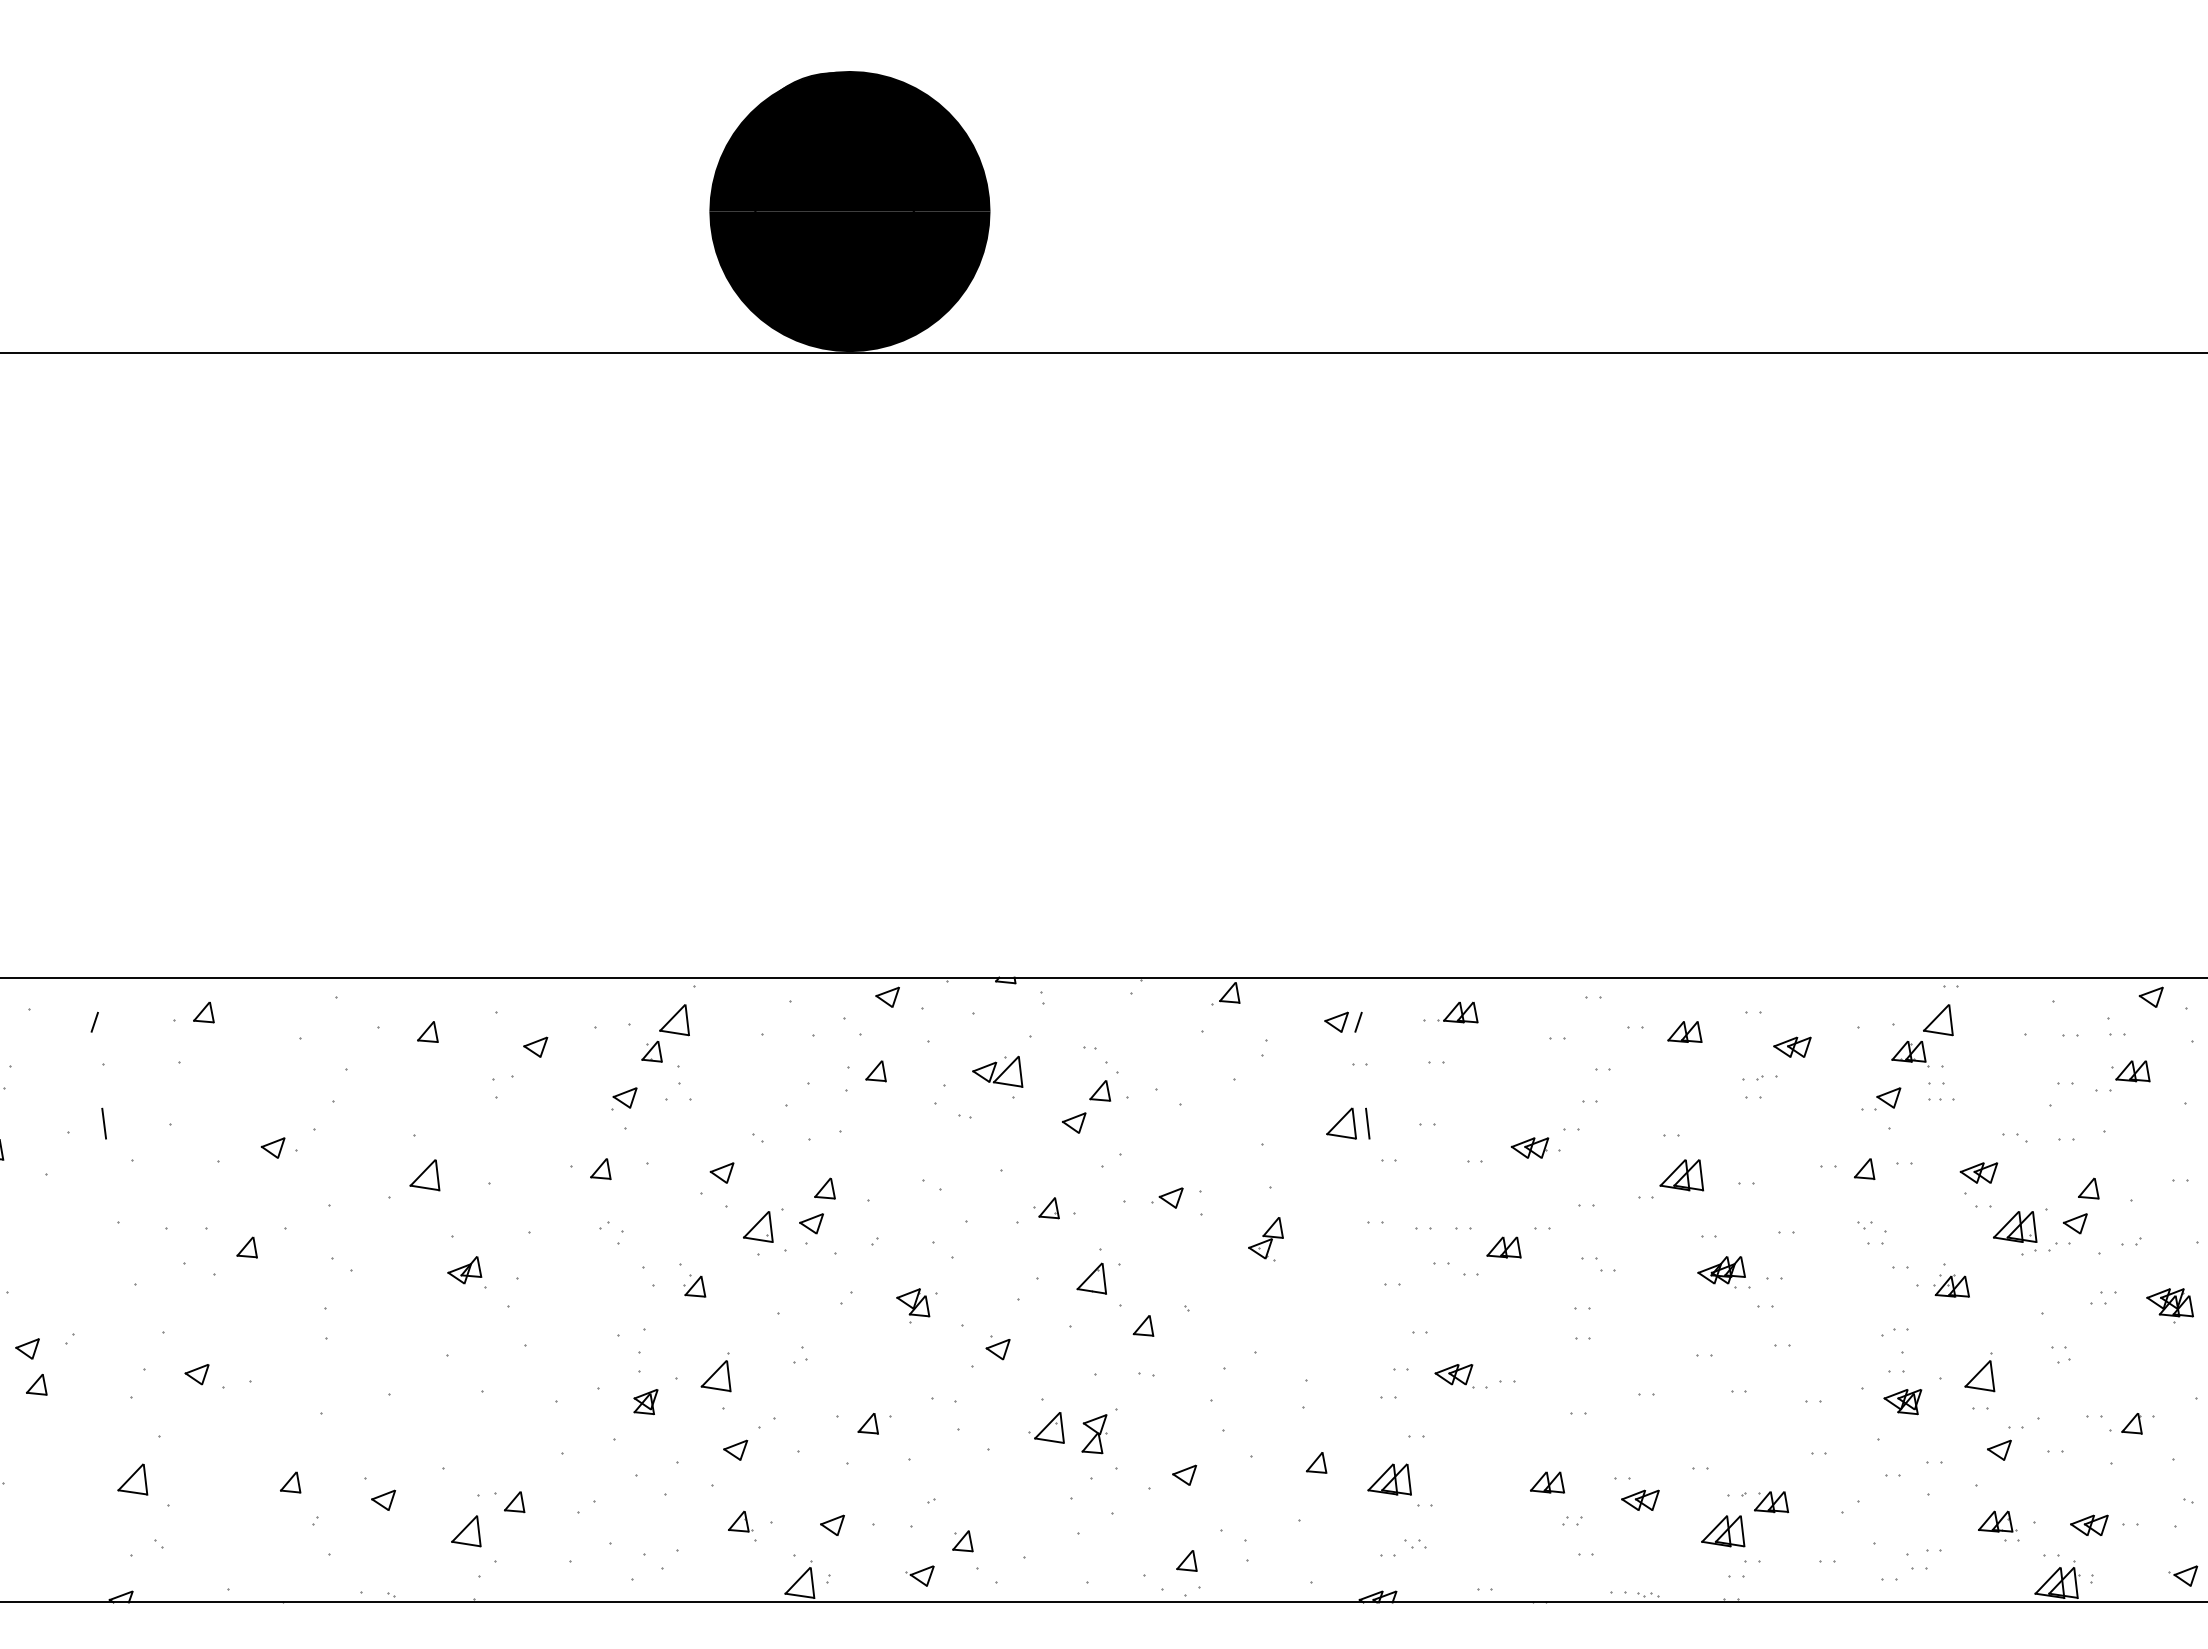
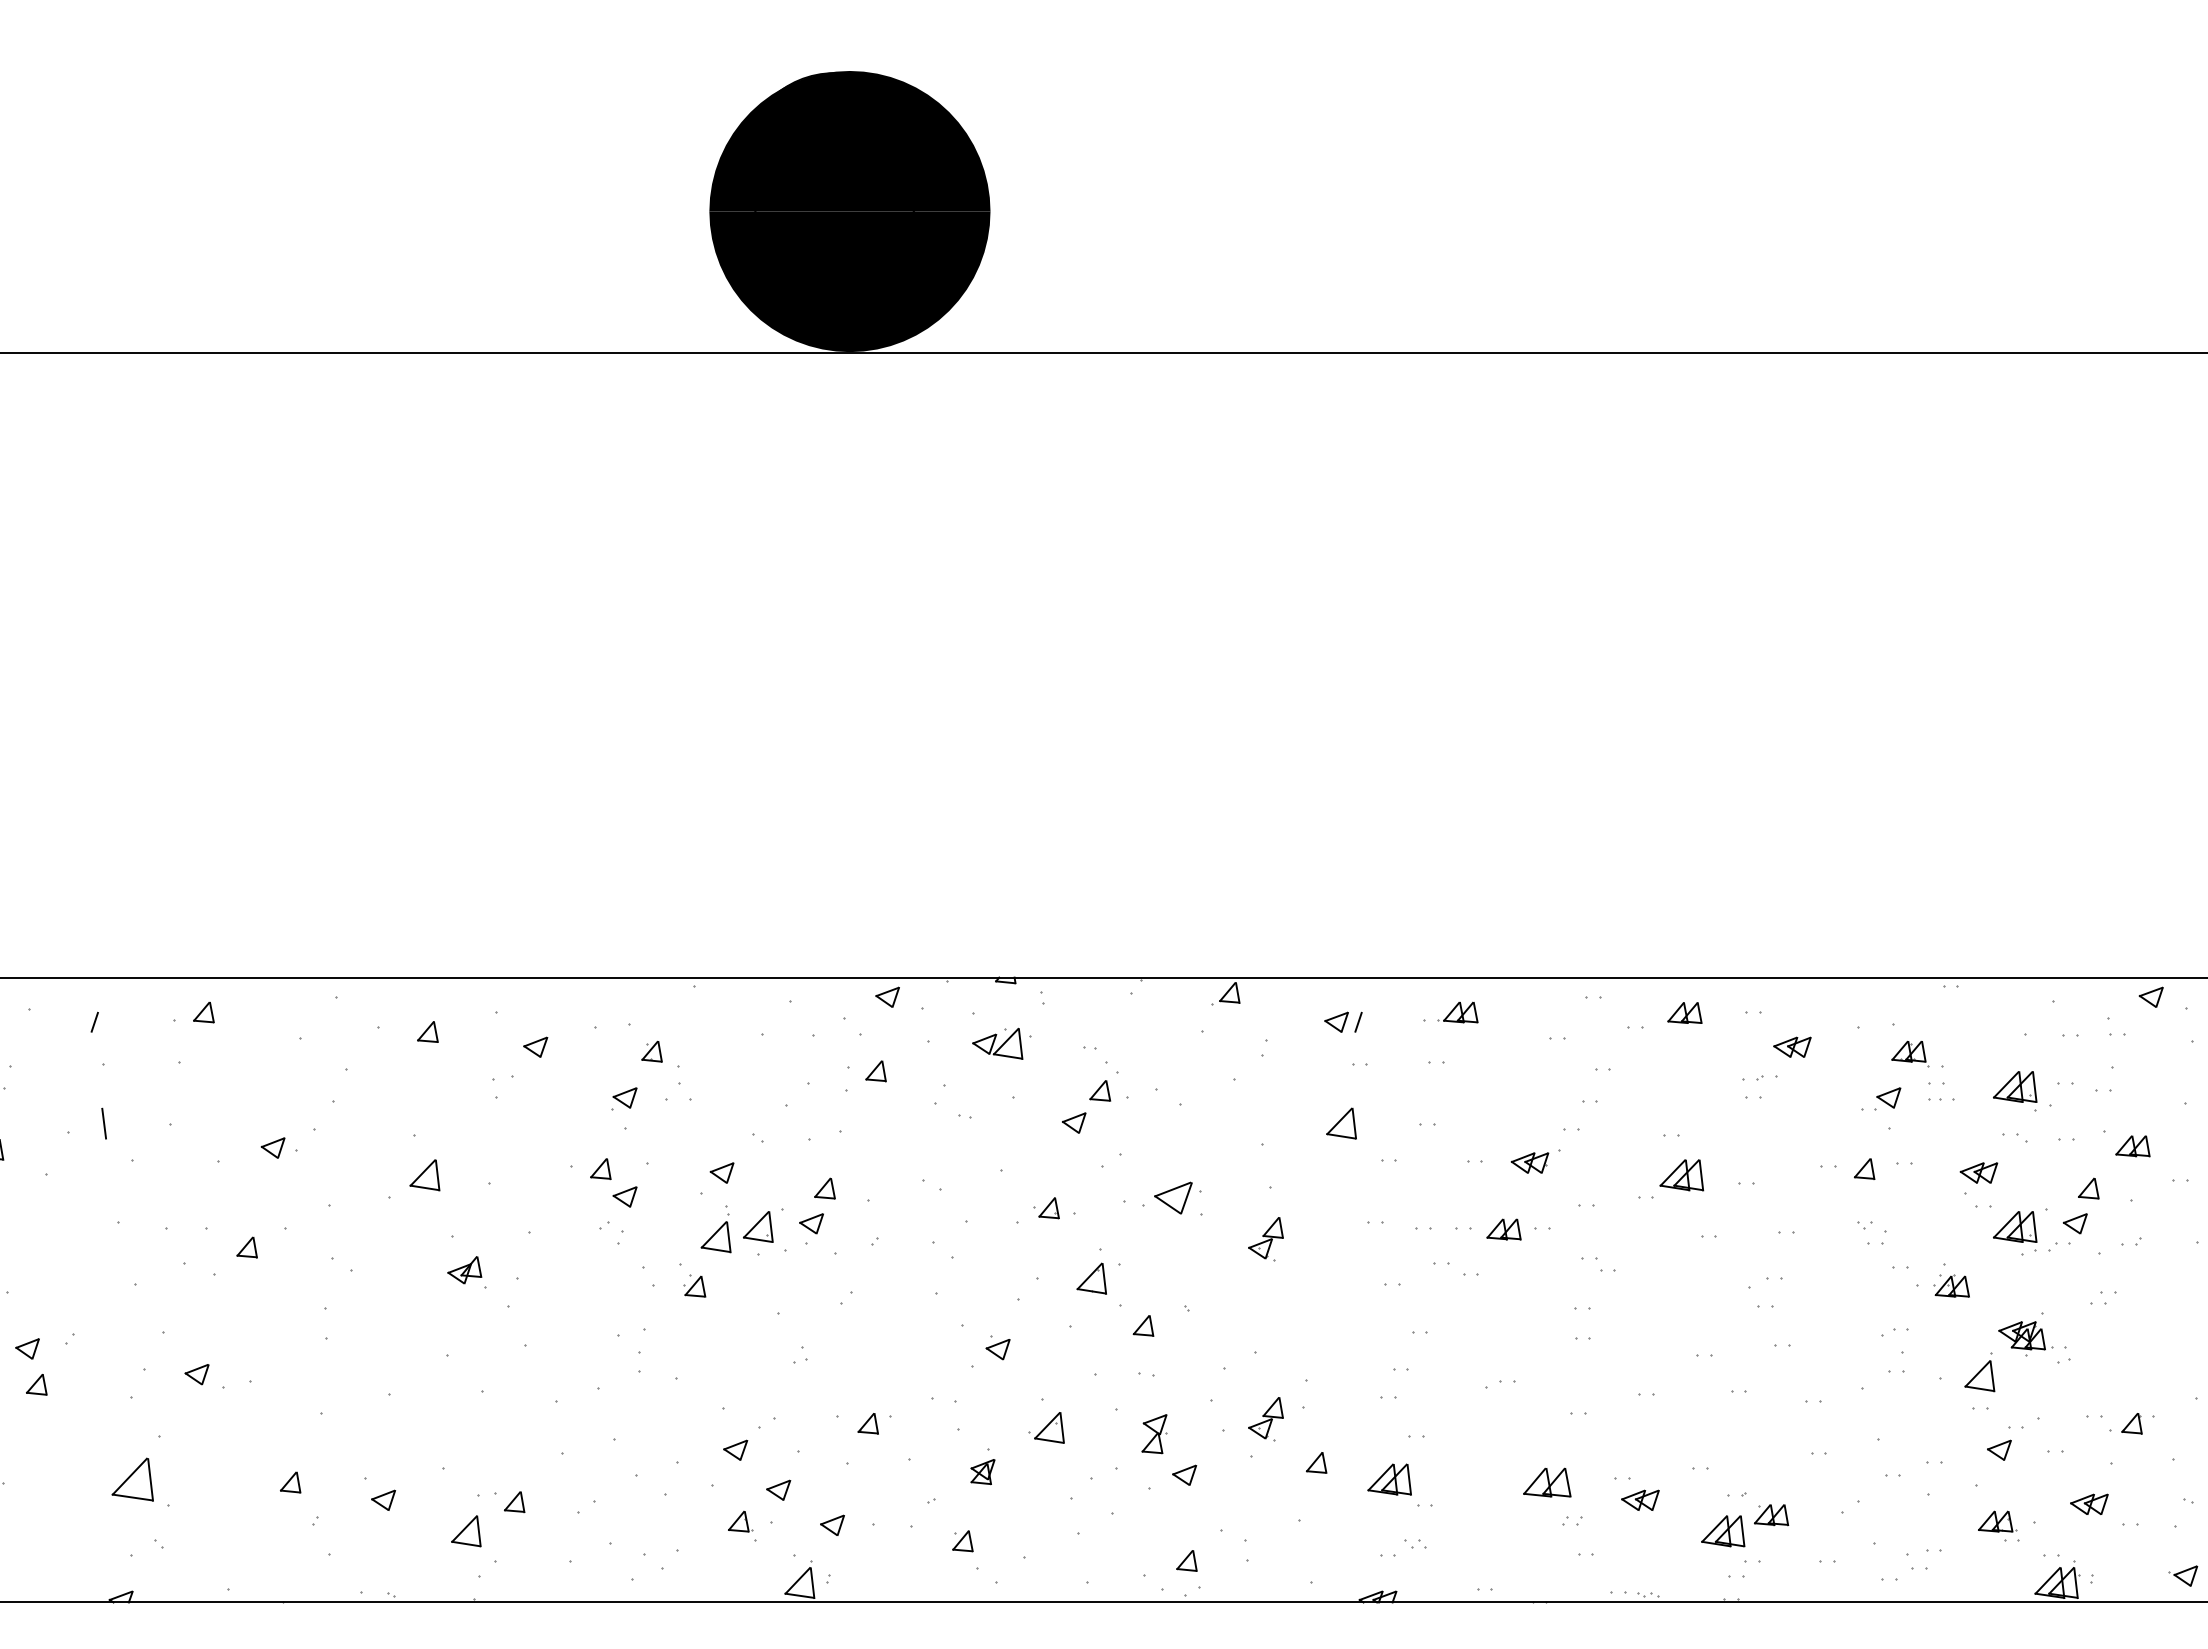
part at (674, 1020): present -> none
part at (1938, 1020): present -> none
part at (1684, 1031) position: (1684, 1031) -> (1684, 1012)
part at (997, 1071) position: (997, 1071) -> (997, 1043)
part at (2132, 1071) position: (2132, 1071) -> (2132, 1146)
part at (2015, 1091): none -> present
line at (1367, 1123): present -> none
part at (1529, 1147) position: (1529, 1147) -> (1529, 1162)
part at (624, 1196): none -> present
part at (1167, 1197) size: 33x22 px -> 51x34 px
part at (1503, 1247) position: (1503, 1247) -> (1503, 1229)
part at (1721, 1272): present -> none
part at (913, 1305): present -> none
part at (2169, 1305) position: (2169, 1305) -> (2021, 1338)
part at (715, 1372) position: (715, 1372) -> (715, 1233)
part at (1454, 1376): present -> none
part at (645, 1402) position: (645, 1402) -> (982, 1472)
part at (1902, 1402): present -> none
part at (1265, 1419): none -> present
part at (1094, 1434) position: (1094, 1434) -> (1154, 1434)
part at (132, 1479) size: 32x33 px -> 43x45 px
part at (1547, 1482) size: 36x23 px -> 49x31 px
part at (778, 1489): none -> present
part at (1771, 1502) position: (1771, 1502) -> (1771, 1515)
part at (2089, 1524) position: (2089, 1524) -> (2089, 1503)
part at (919, 1575): present -> none
